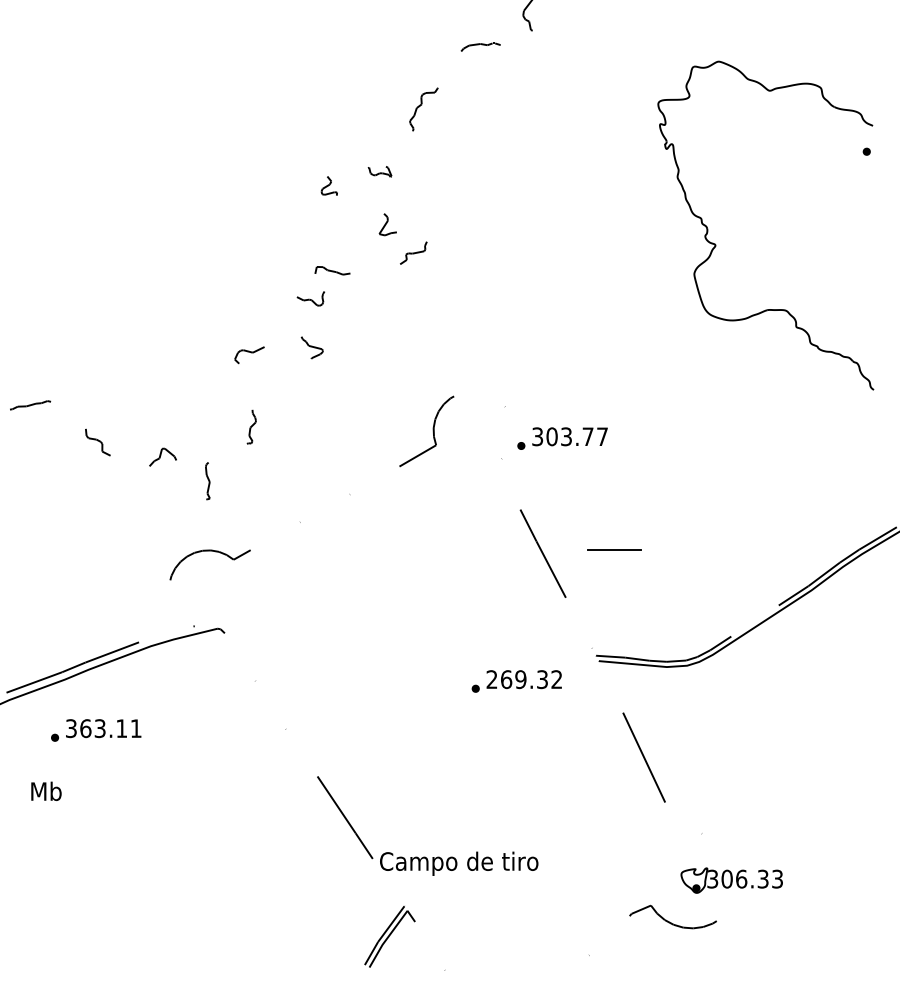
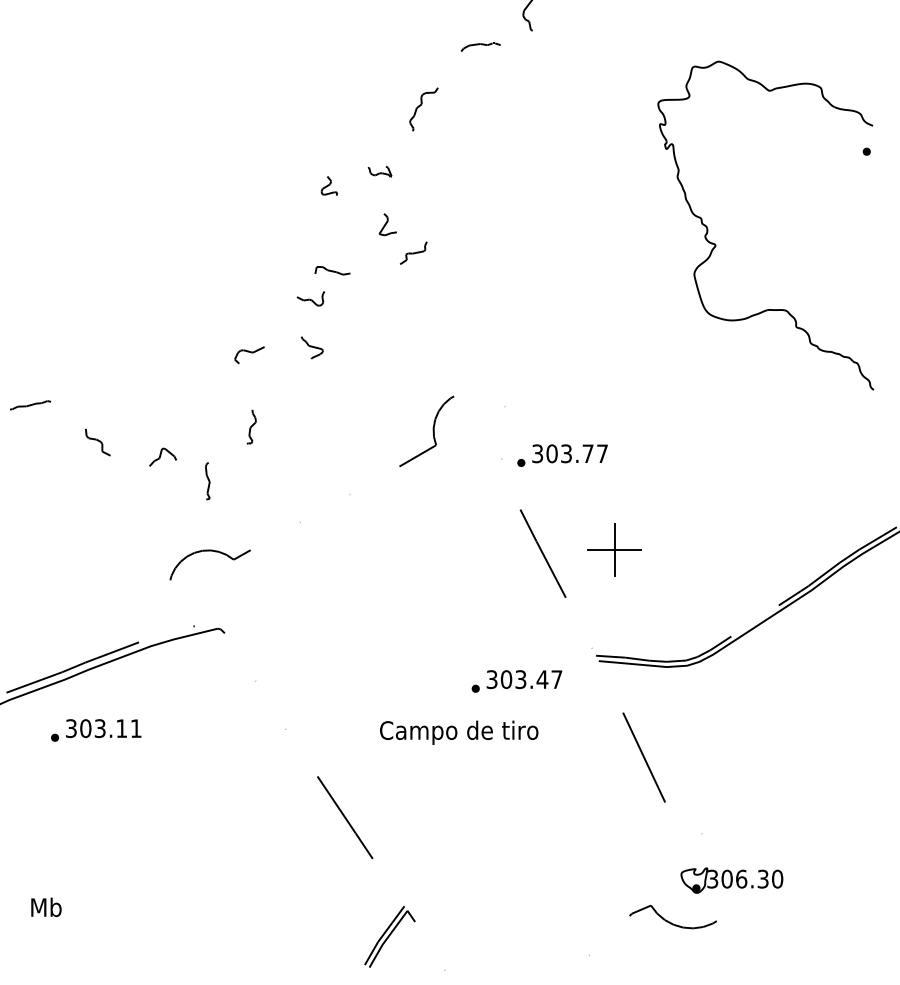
text at (562, 438) position: (562, 438) -> (562, 455)
line at (614, 549): none -> present
text at (524, 679): 269.32 -> 303.47
text at (85, 728): 363.11 -> 303.11
text at (46, 790) position: (46, 790) -> (46, 906)
text at (459, 863) position: (459, 863) -> (459, 732)
text at (777, 878): 306.33 -> 306.30
